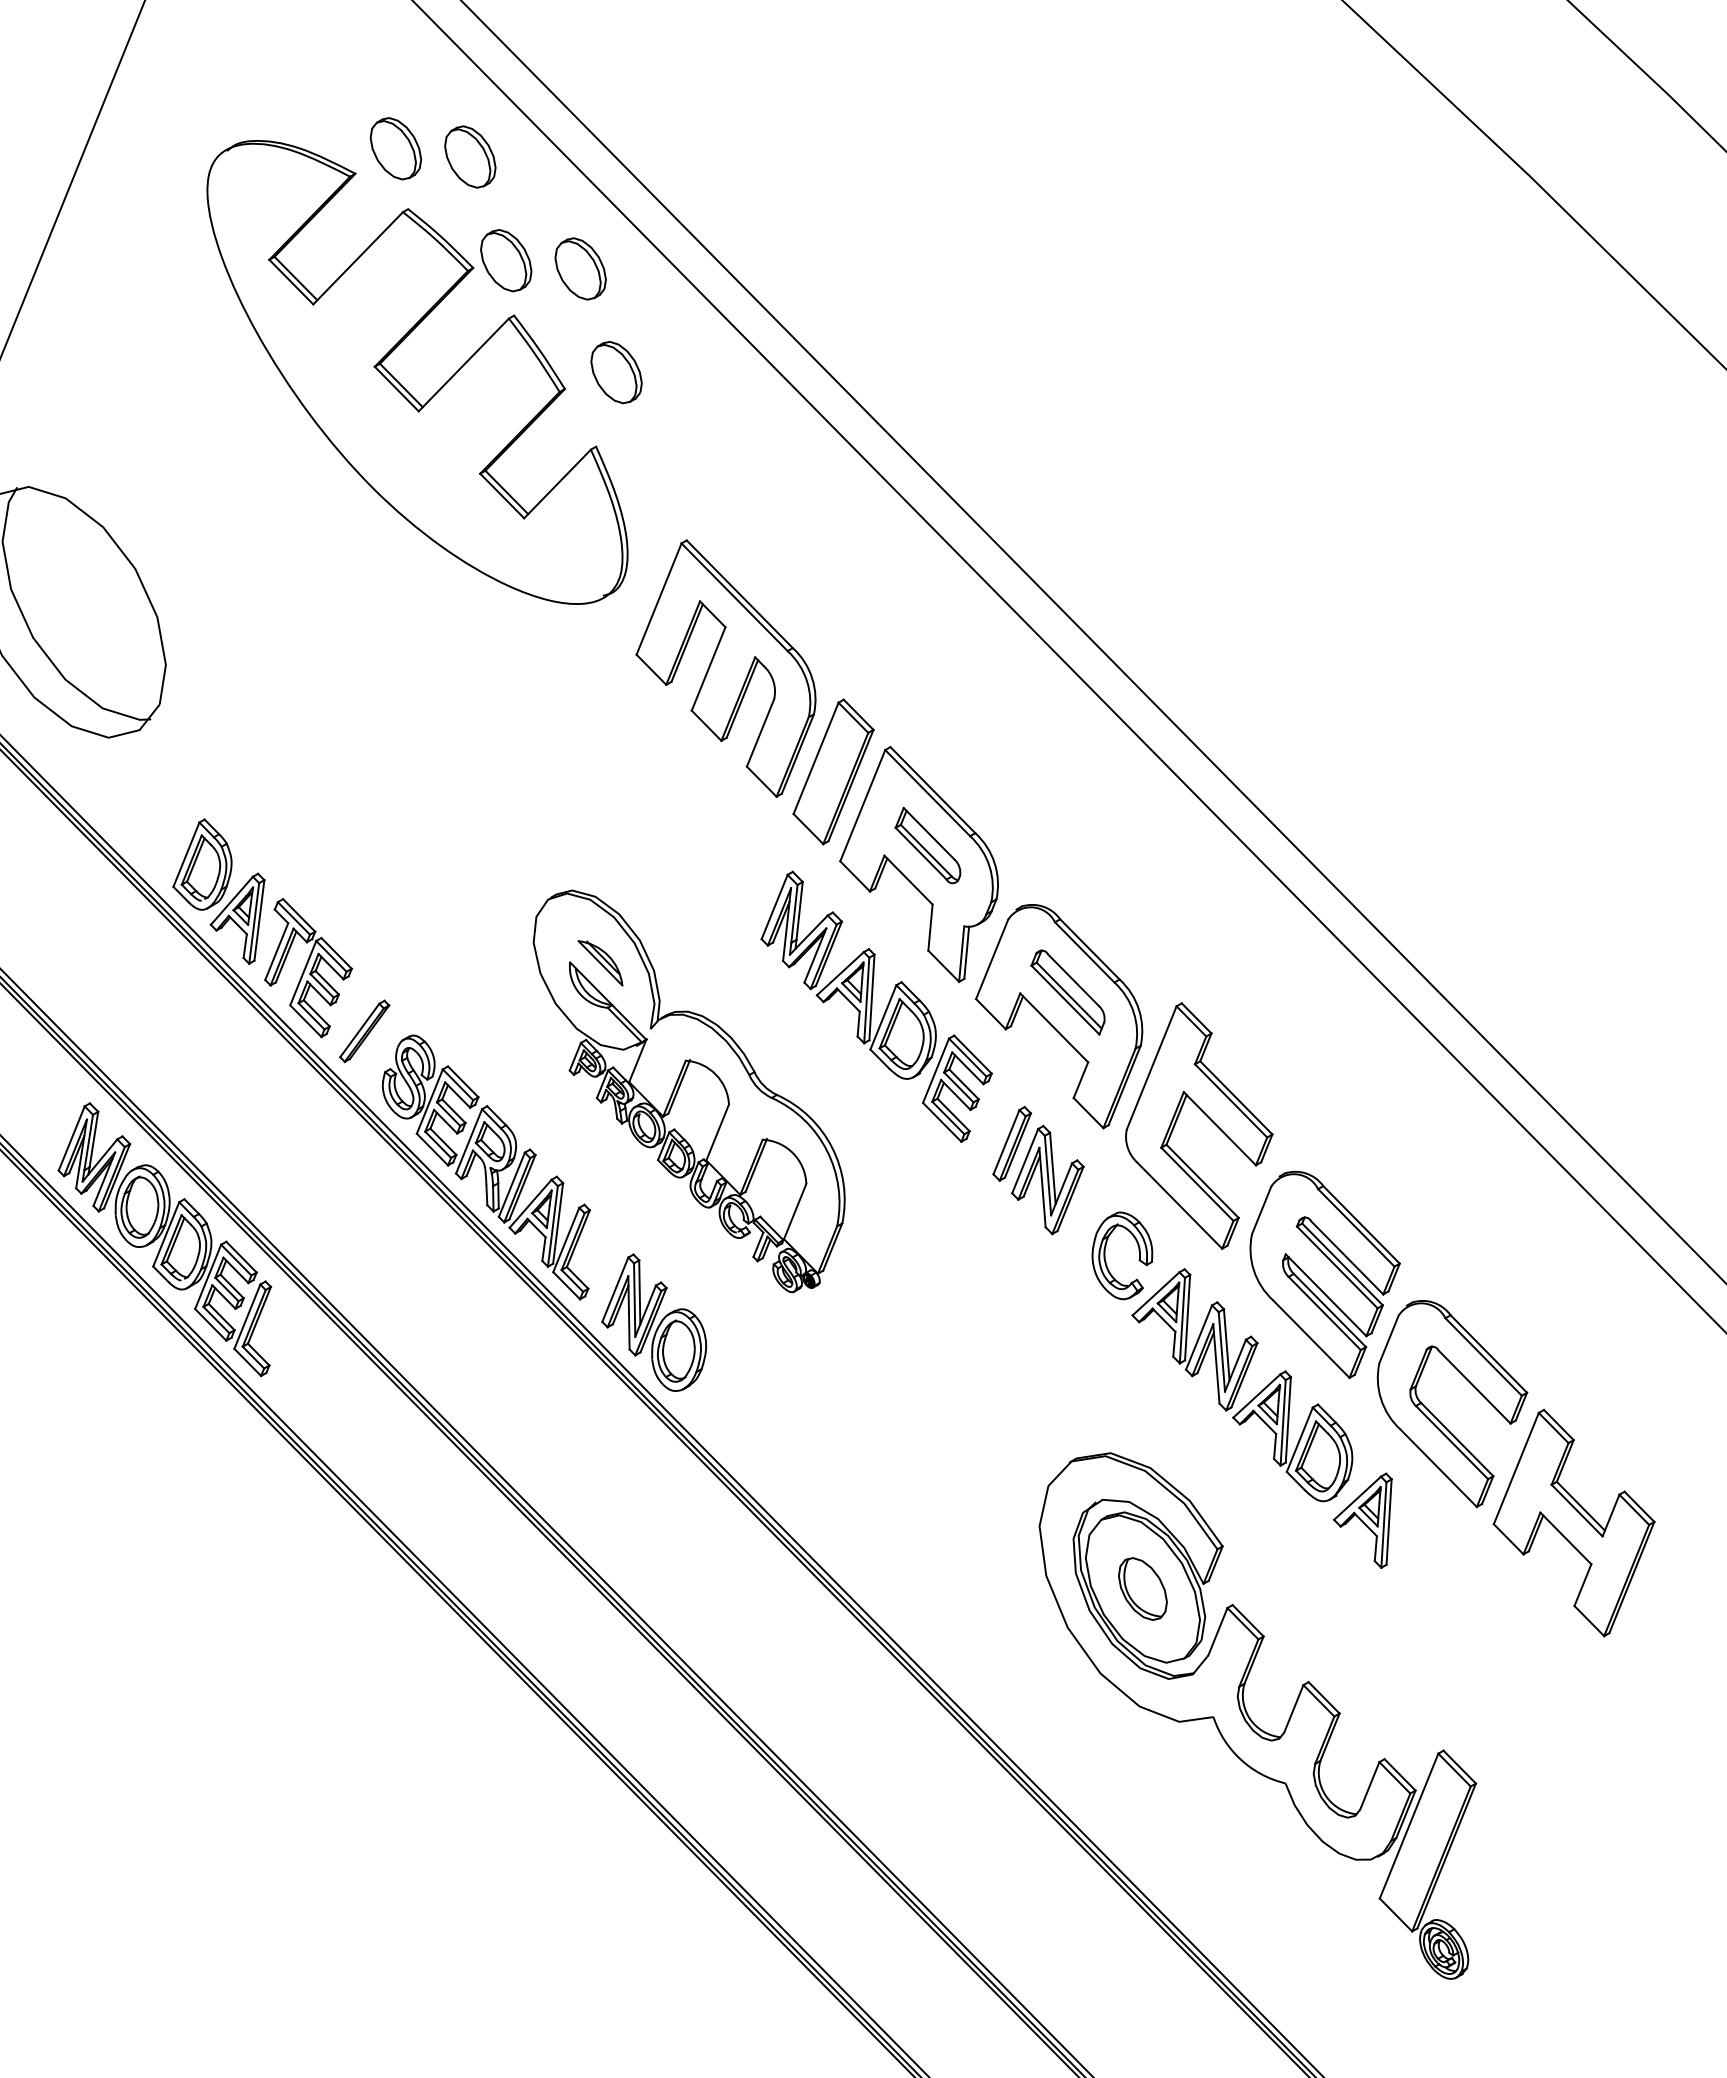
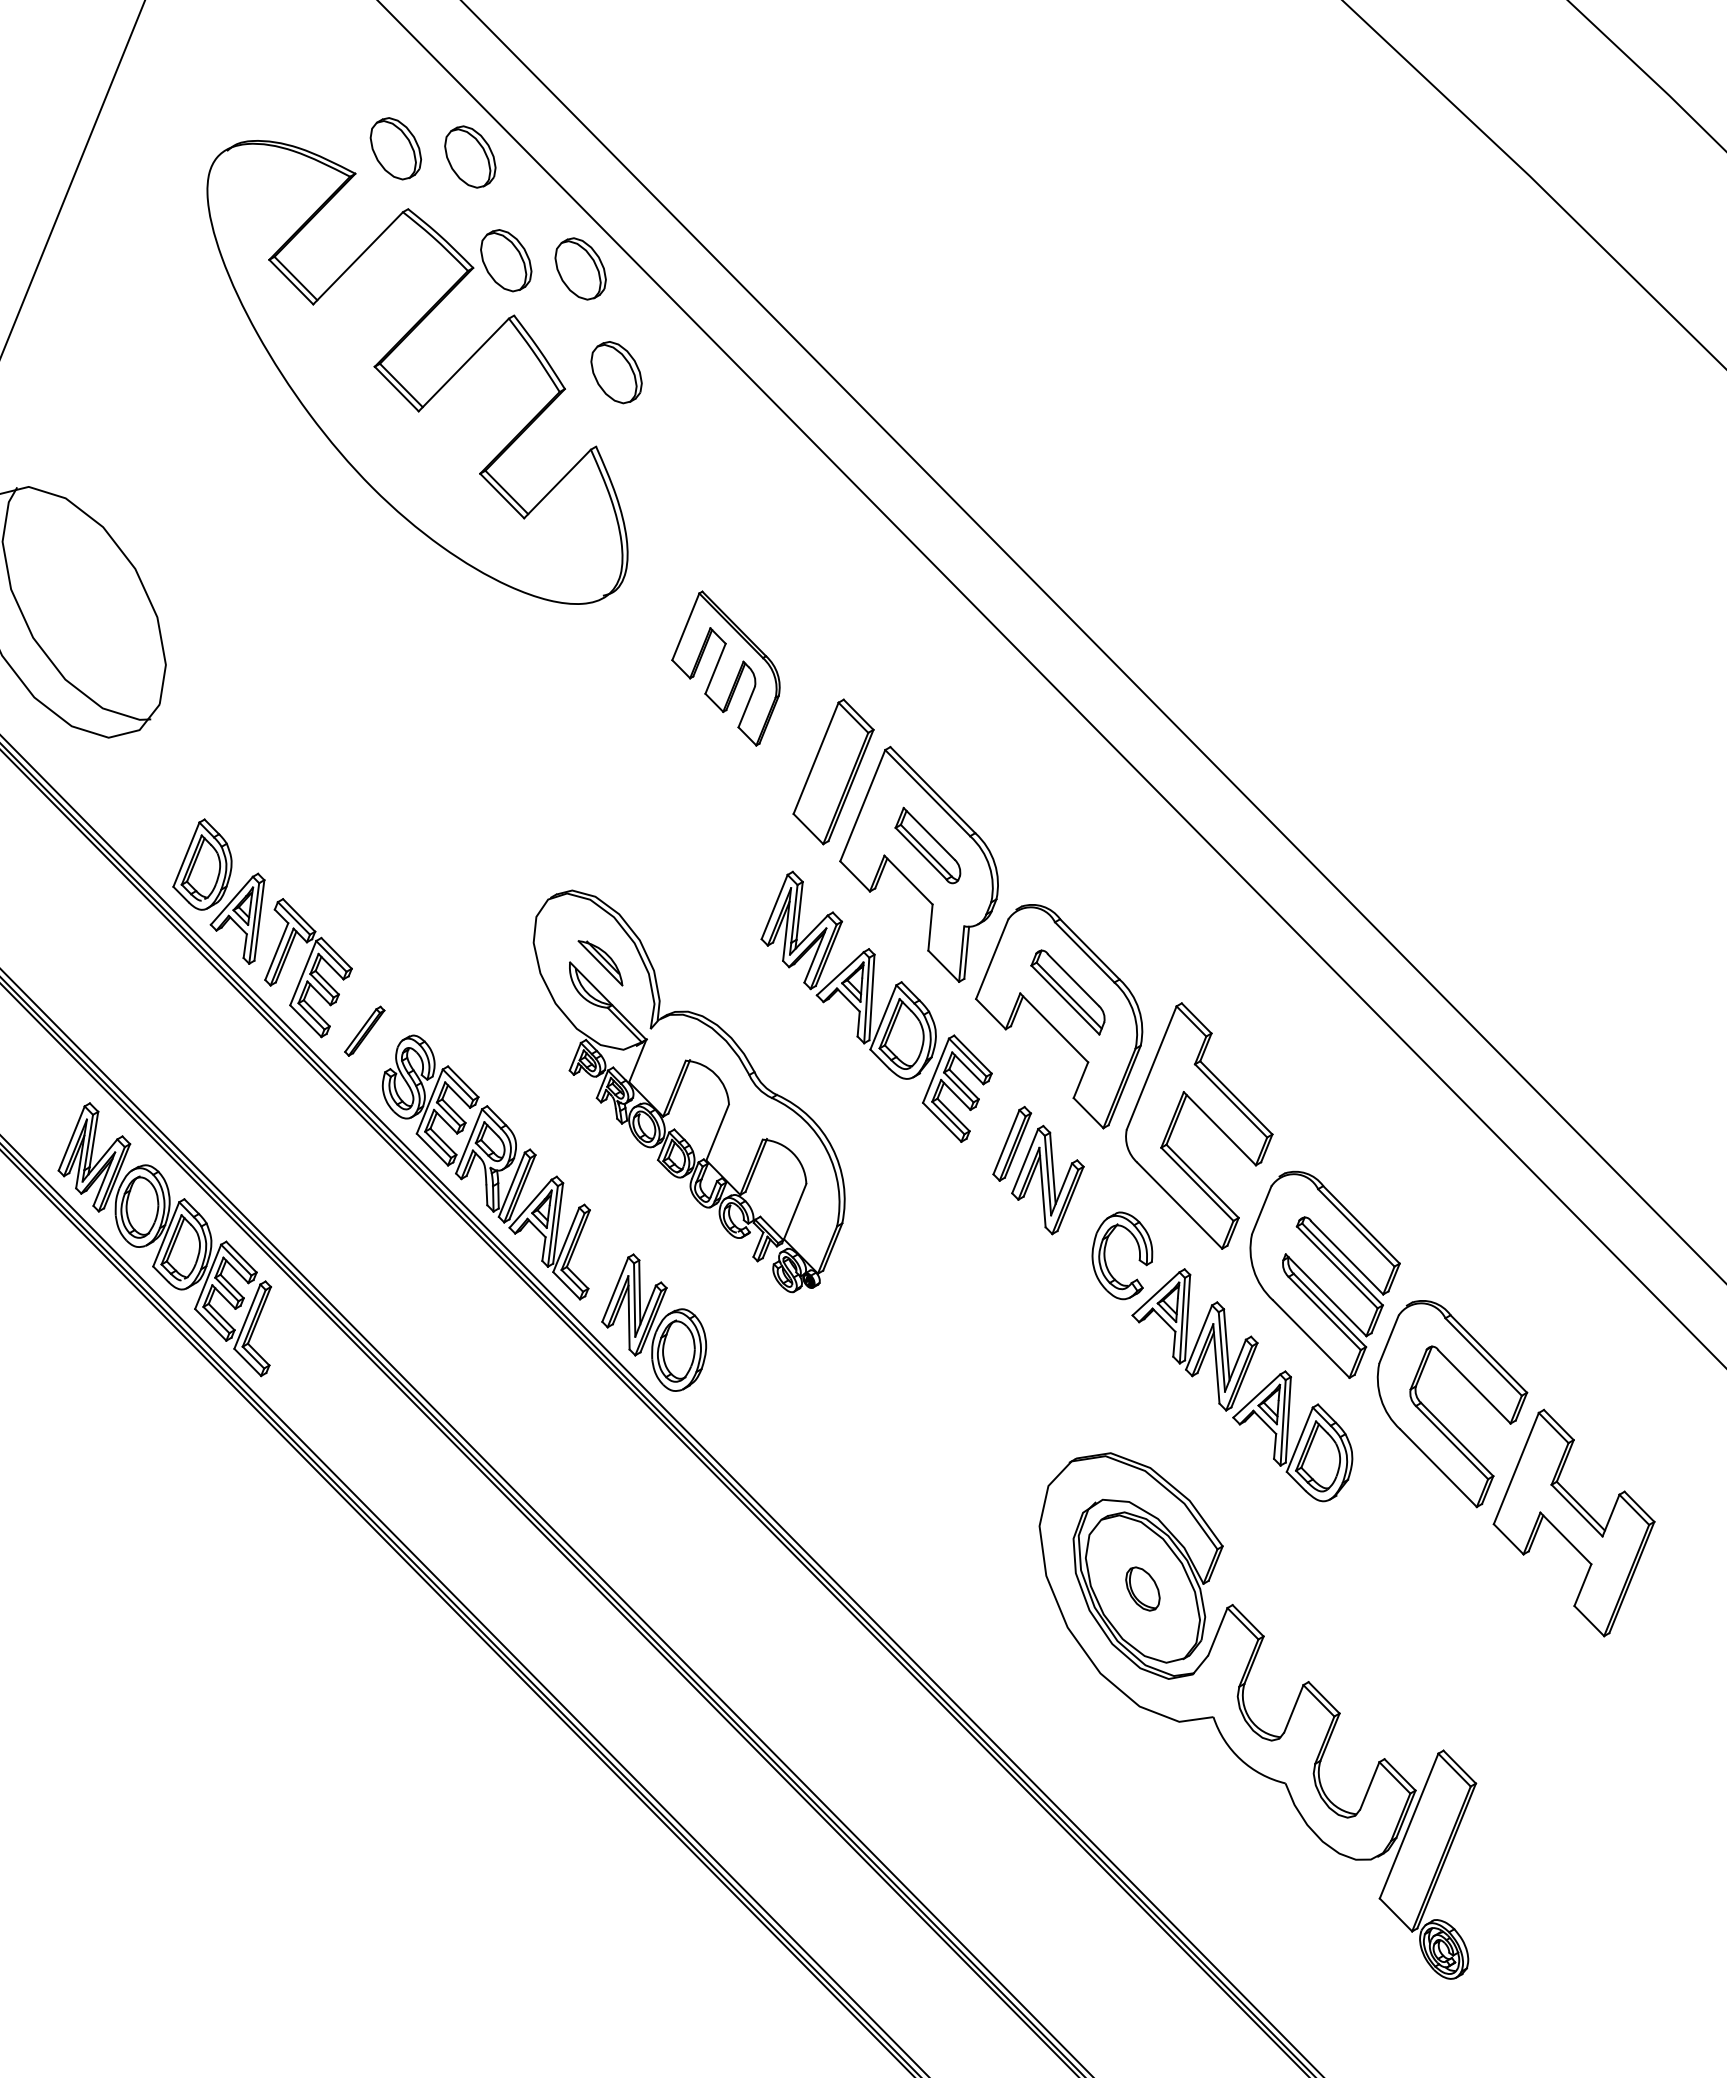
line at (1068, 666) position: (1068, 666) -> (1051, 683)
part at (725, 668) size: 182x259 px -> 110x157 px
part at (364, 1030) size: 52x64 px -> 42x52 px
part at (1362, 1520): present -> none
part at (1142, 1588) size: 50x64 px -> 36x46 px
